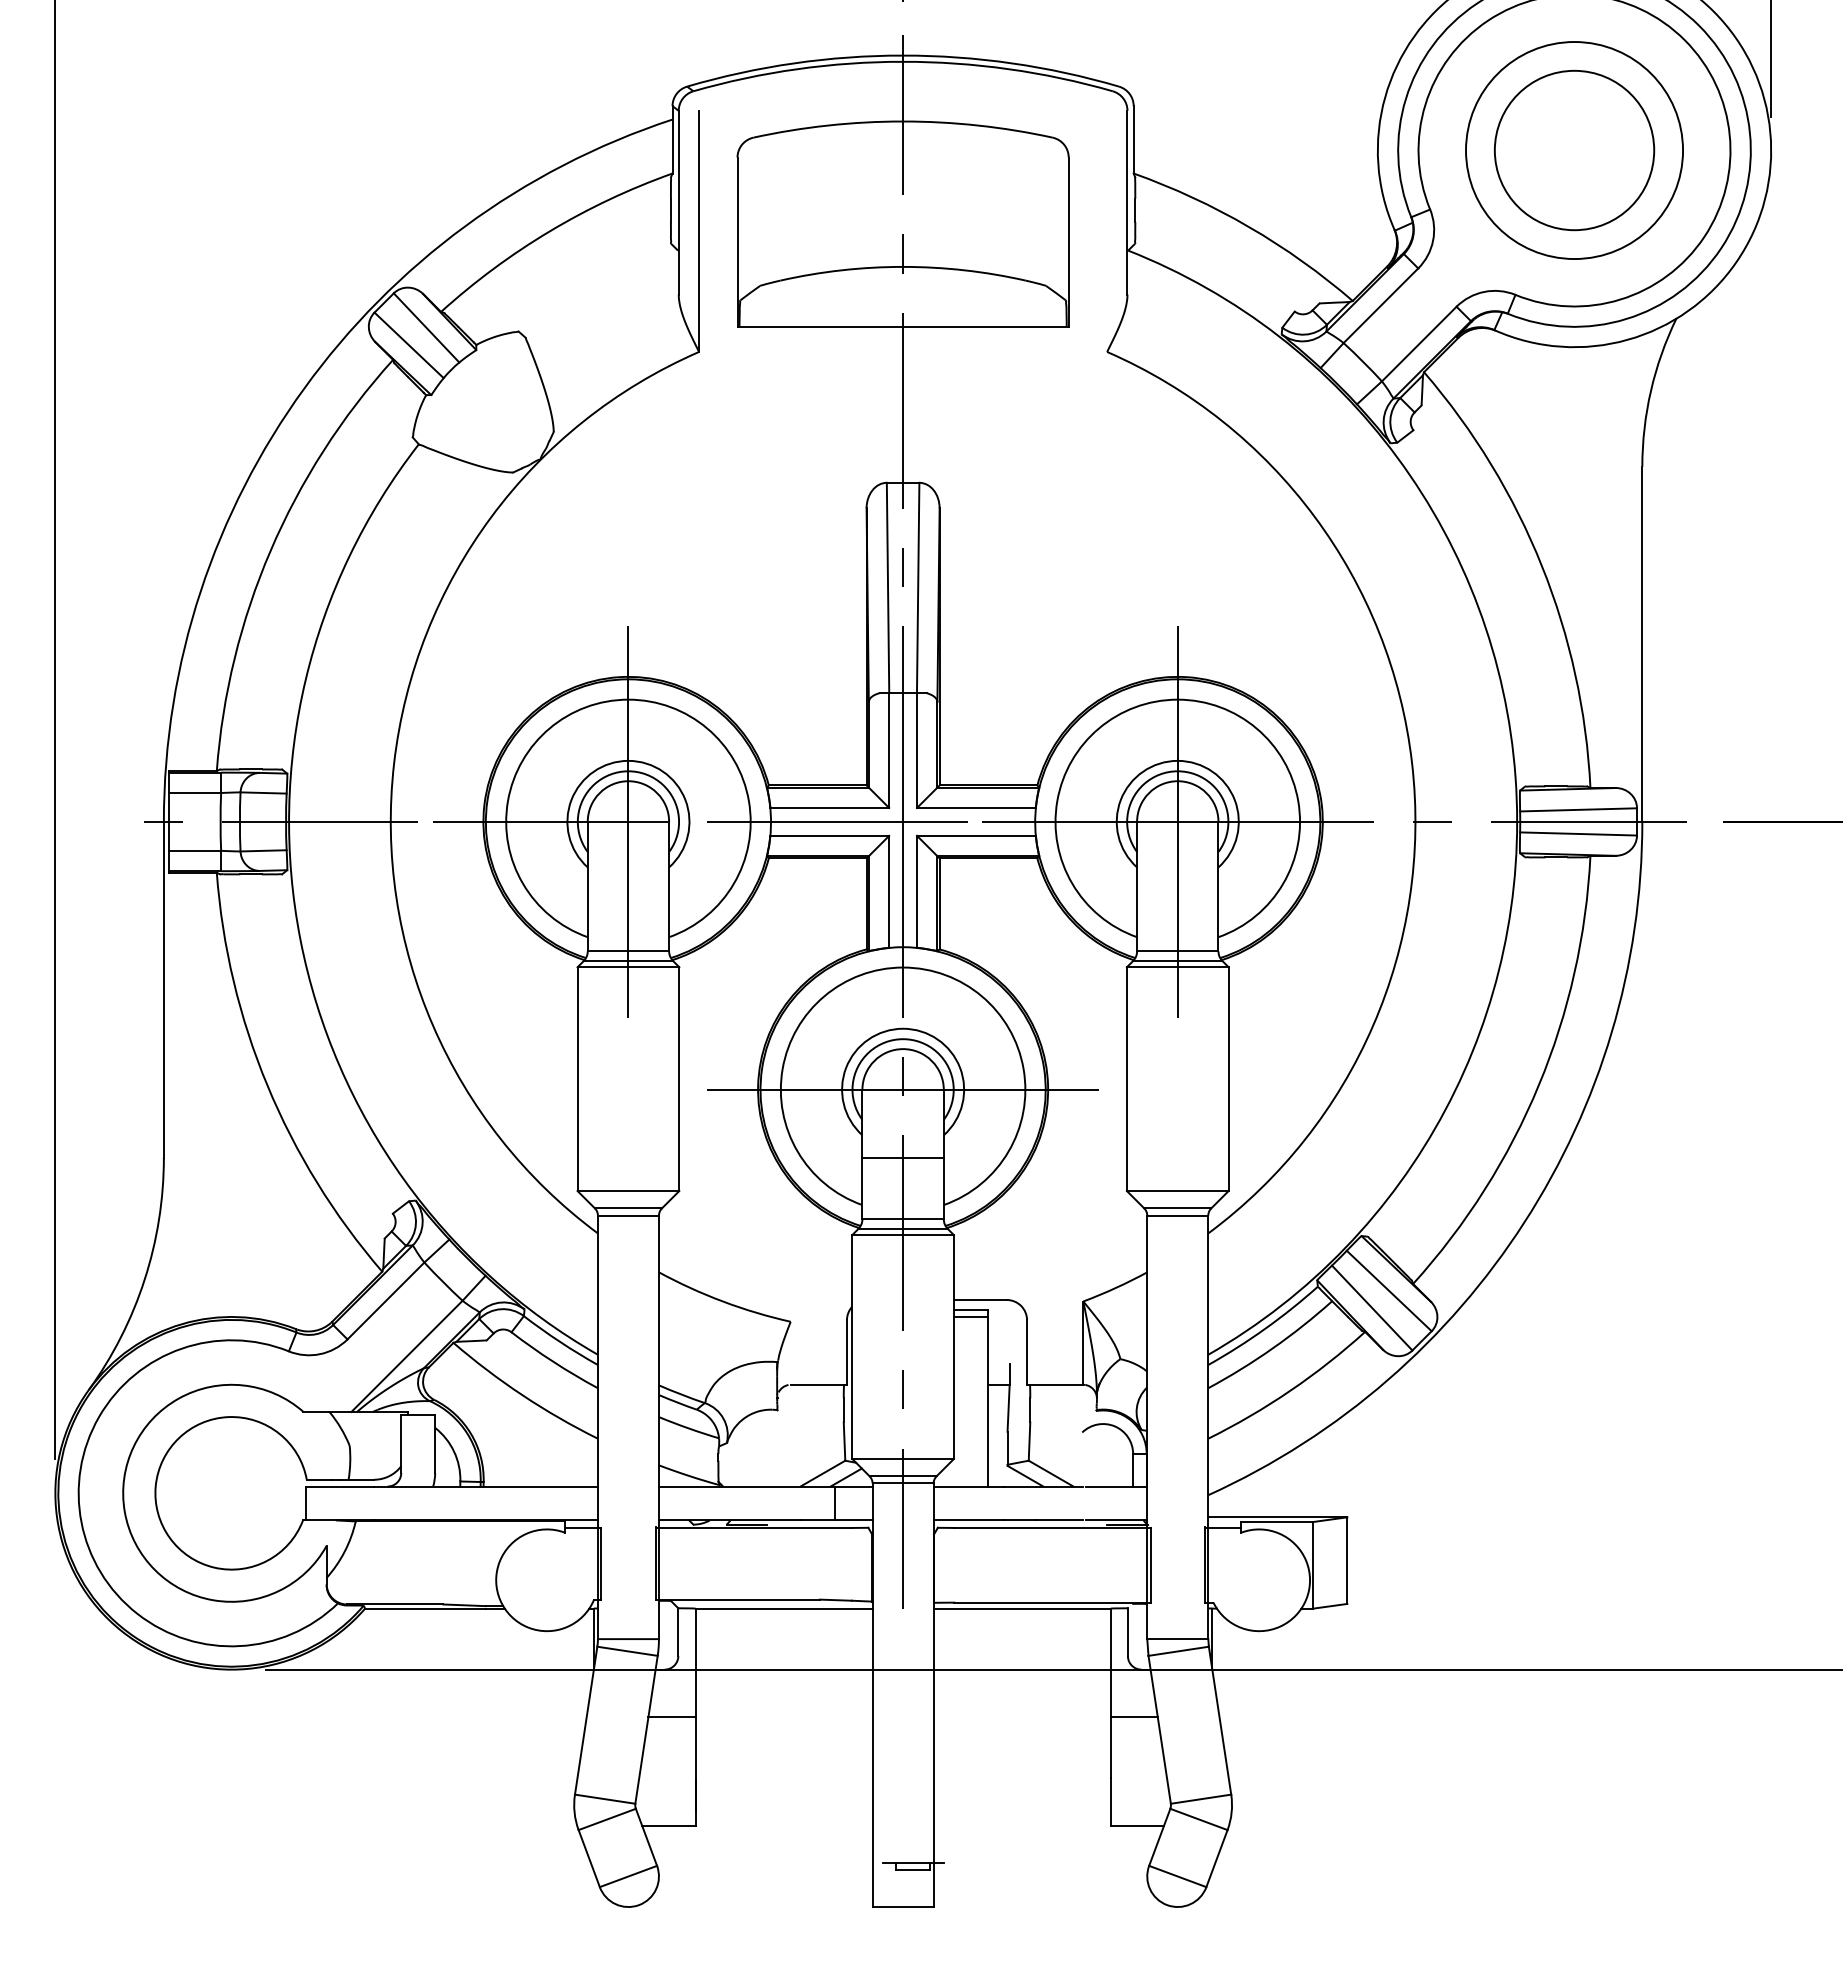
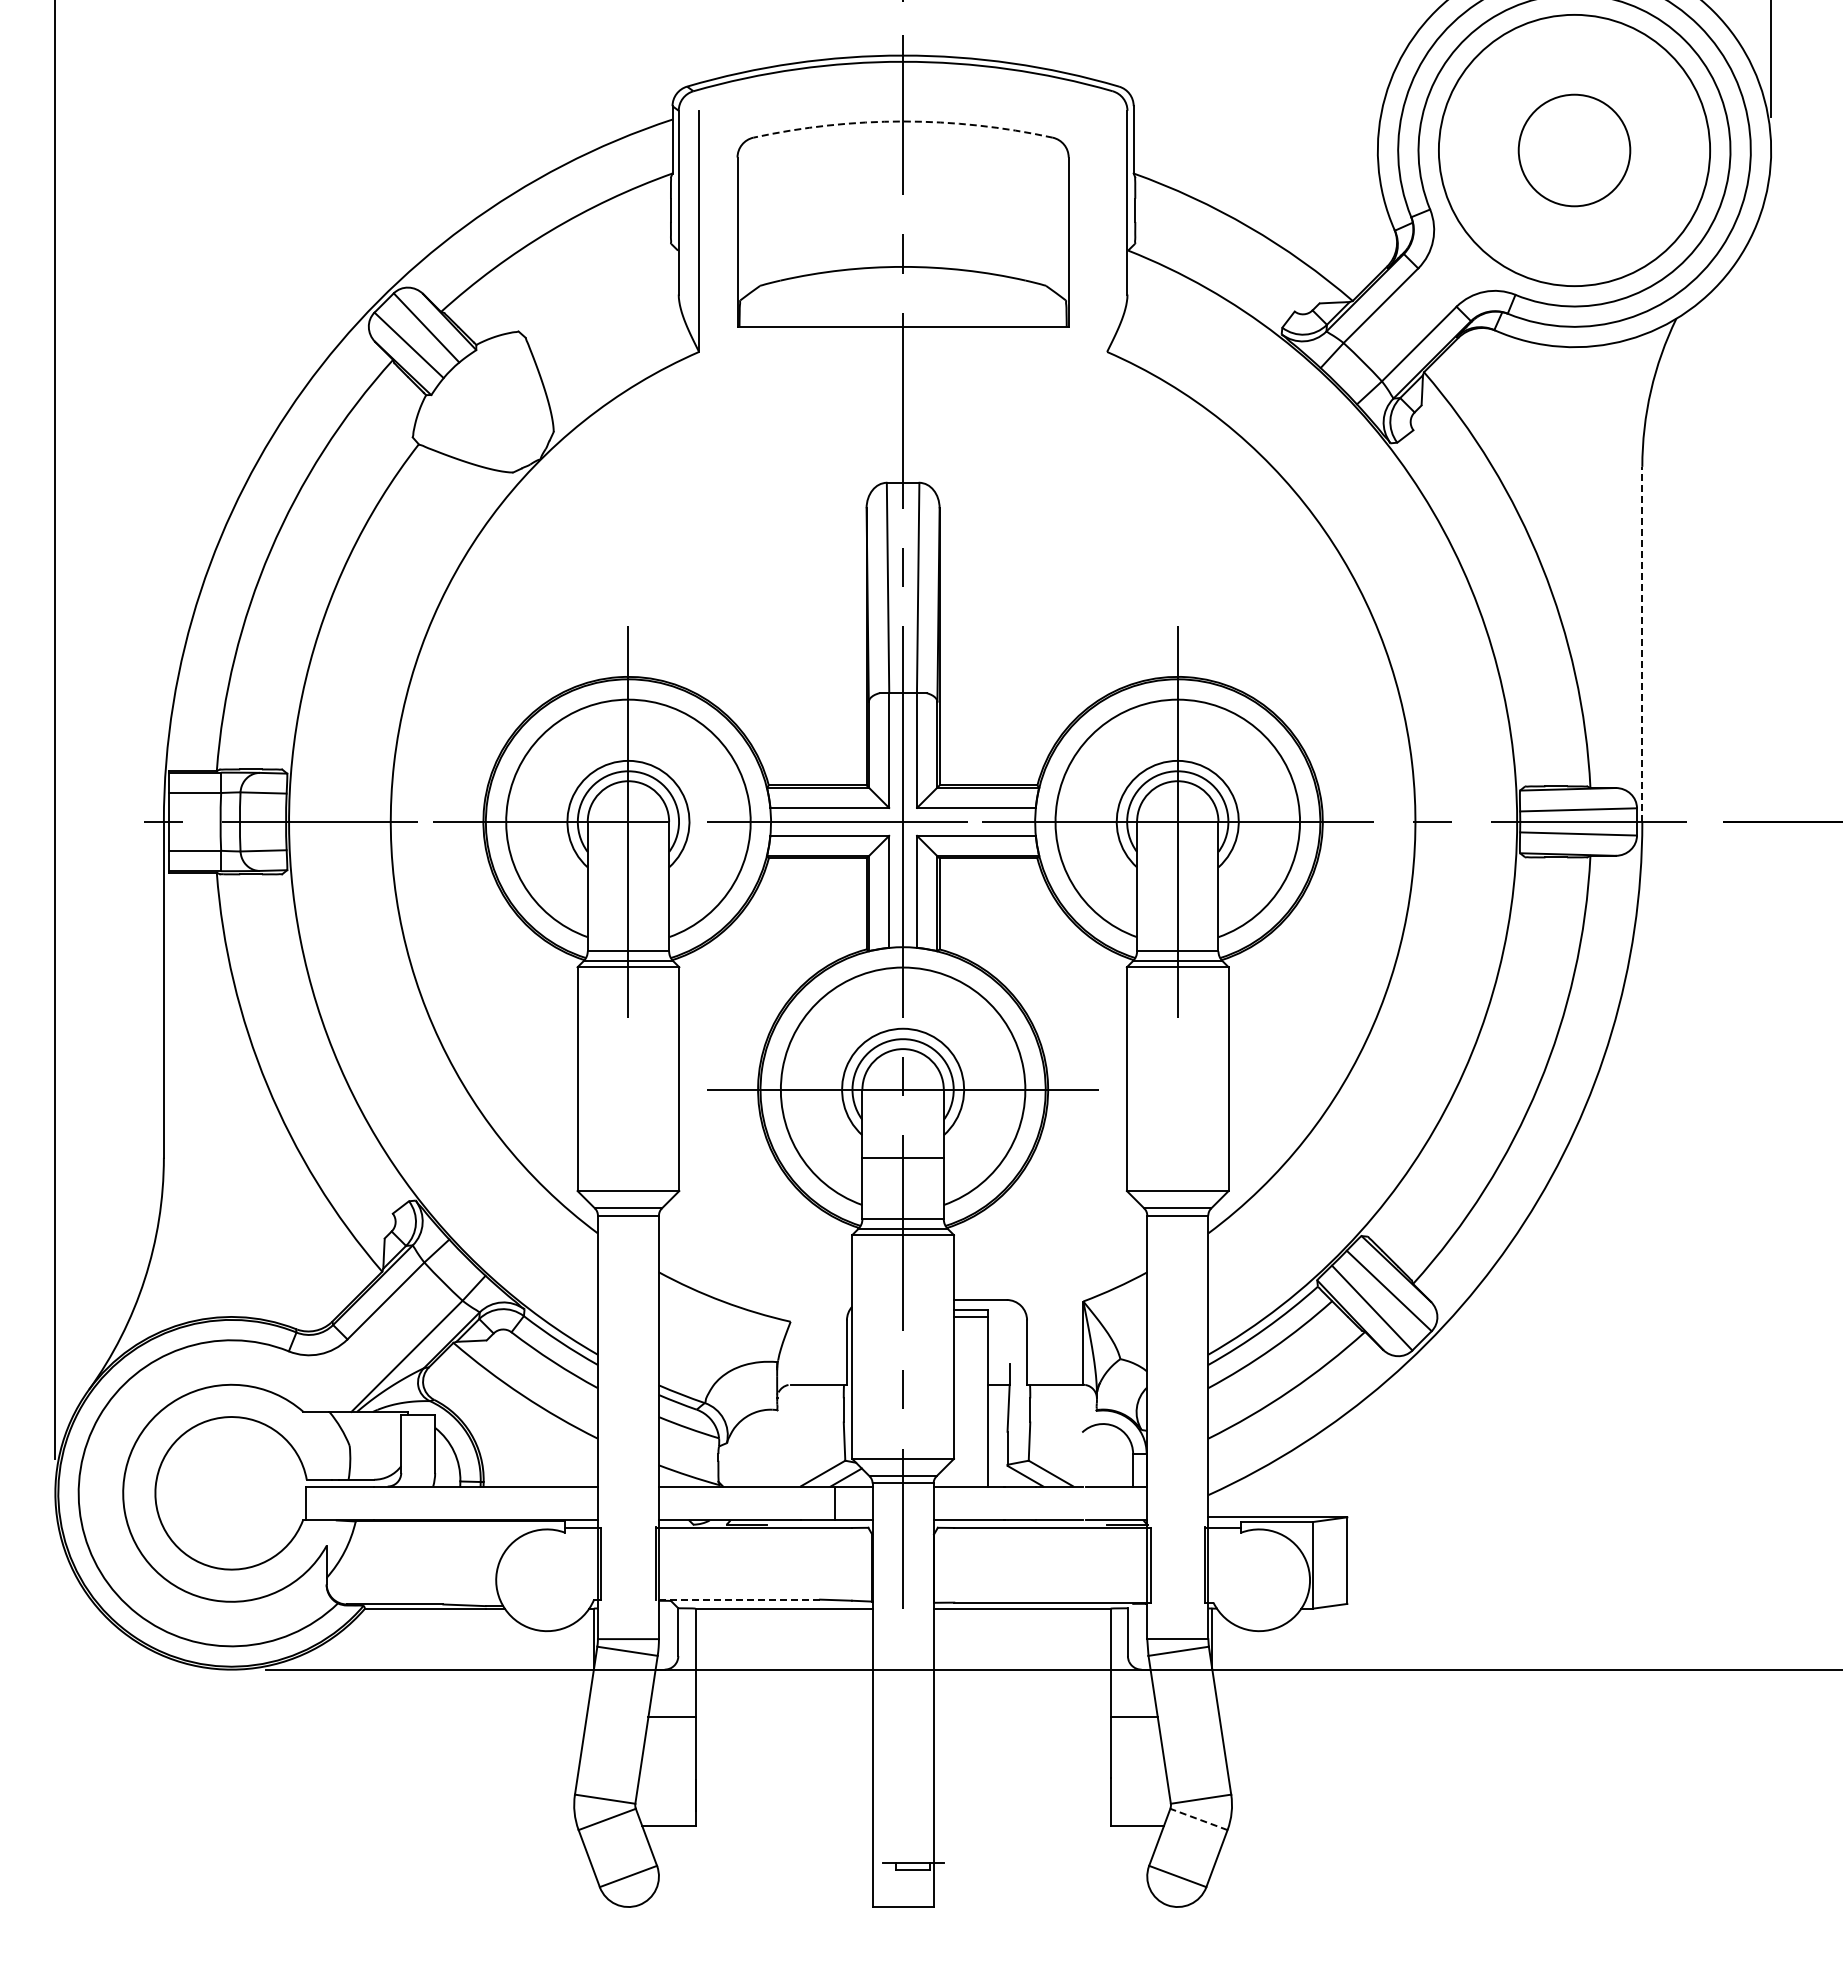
arc at (903, 121): solid -> dashed
circle at (1574, 150) diameter: 159 px -> 112 px
circle at (1574, 150) diameter: 217 px -> 271 px
line at (1642, 644): solid -> dashed
line at (737, 1599): solid -> dashed
line at (1198, 1819): solid -> dashed
